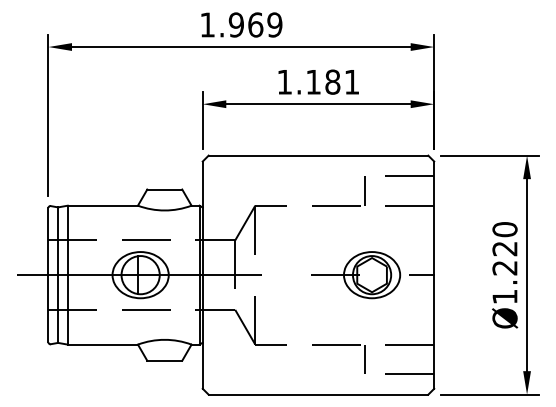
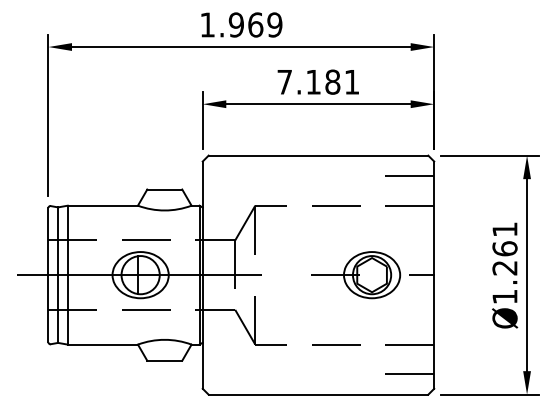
text at (284, 82): 1.181 -> 7.181
line at (364, 190): present -> none
text at (504, 239): Ø1.220 -> Ø1.261
line at (364, 359): present -> none
